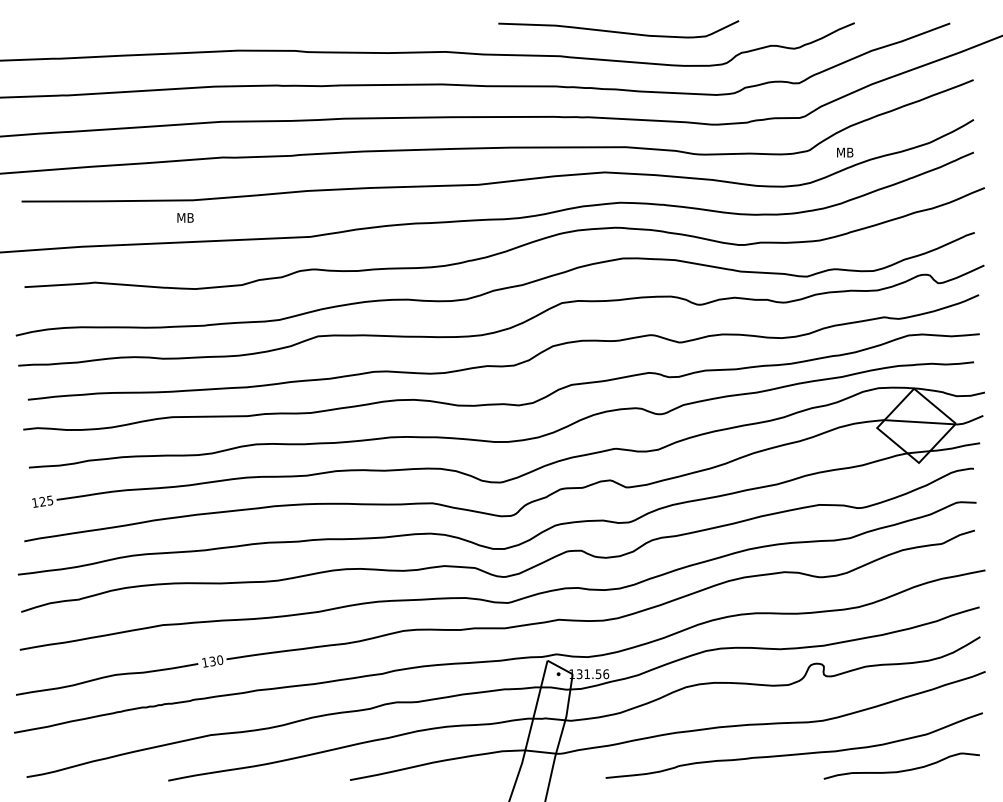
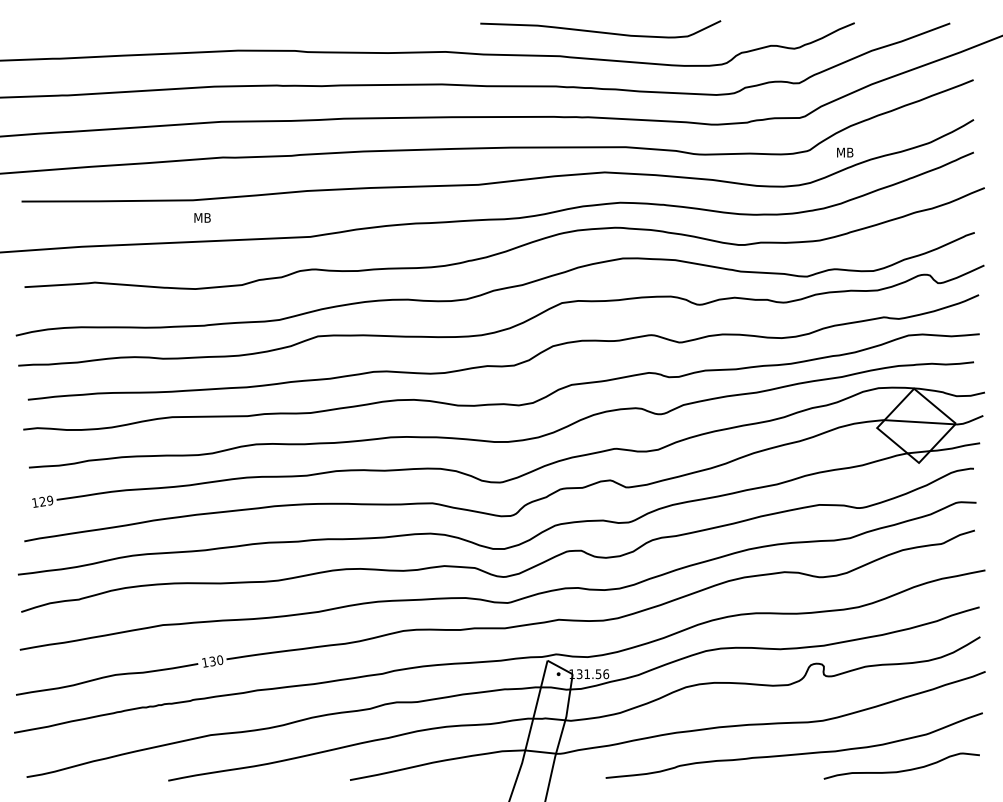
curve at (618, 31) position: (618, 31) -> (600, 31)
text at (185, 217) position: (185, 217) -> (202, 217)
text at (50, 500): 125 -> 129
